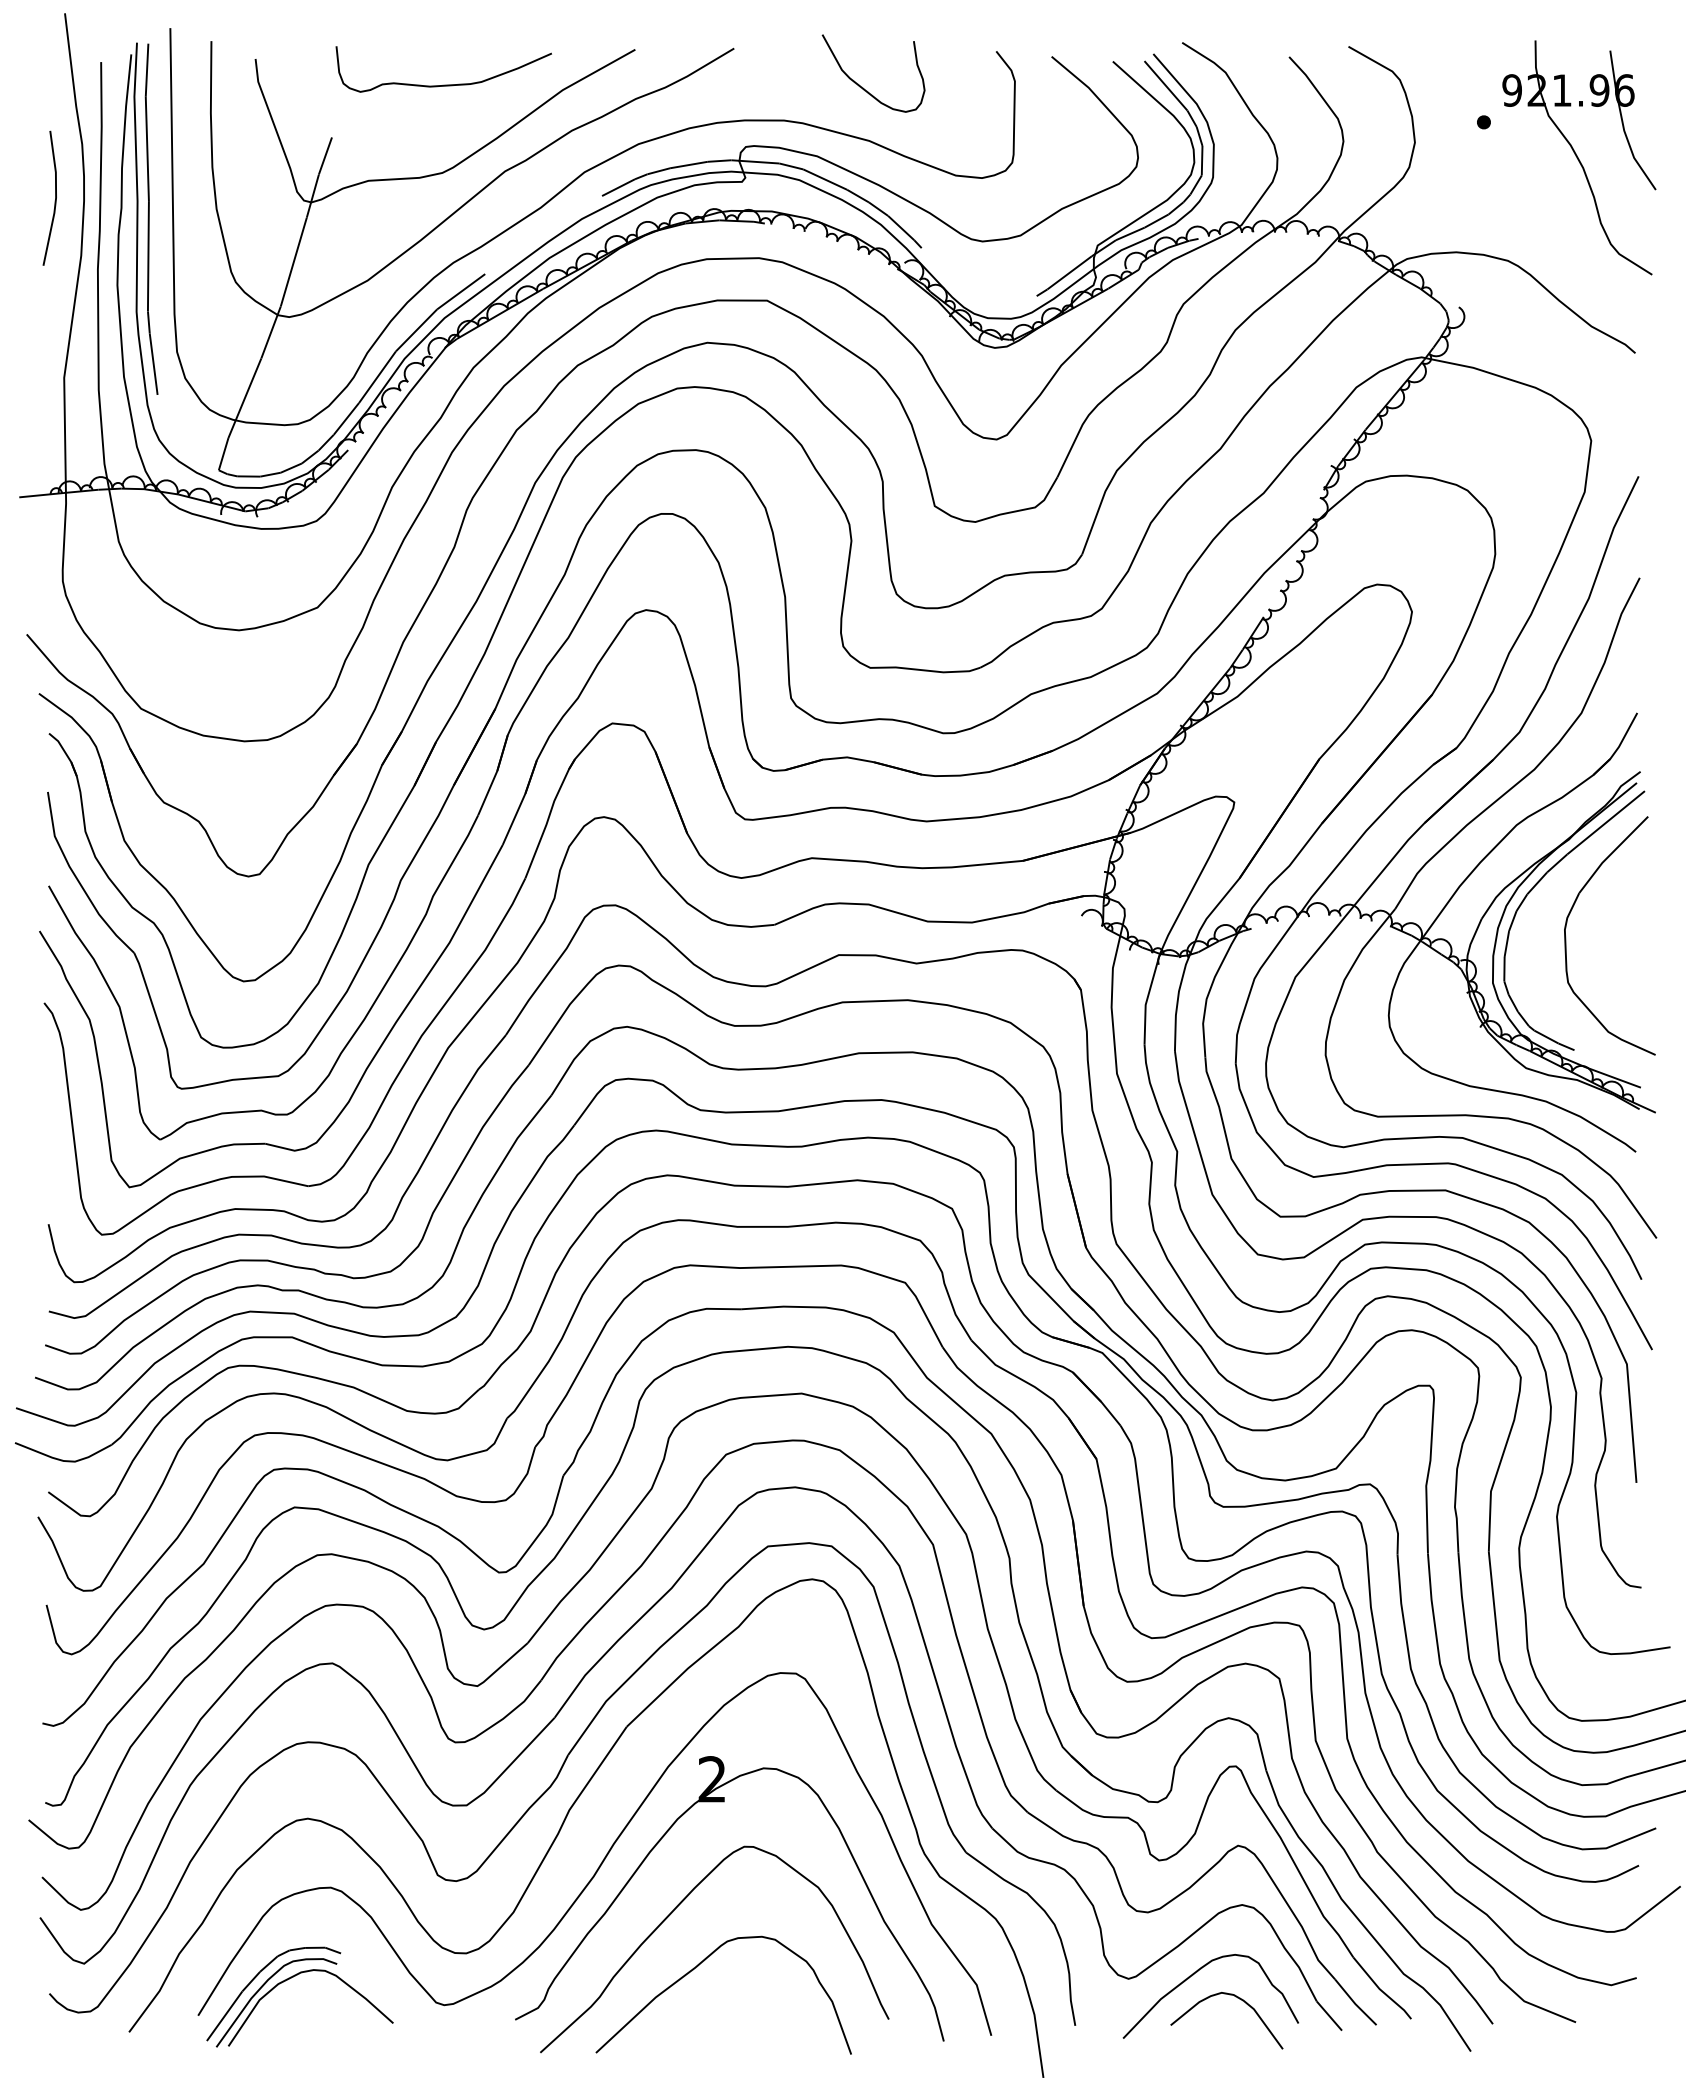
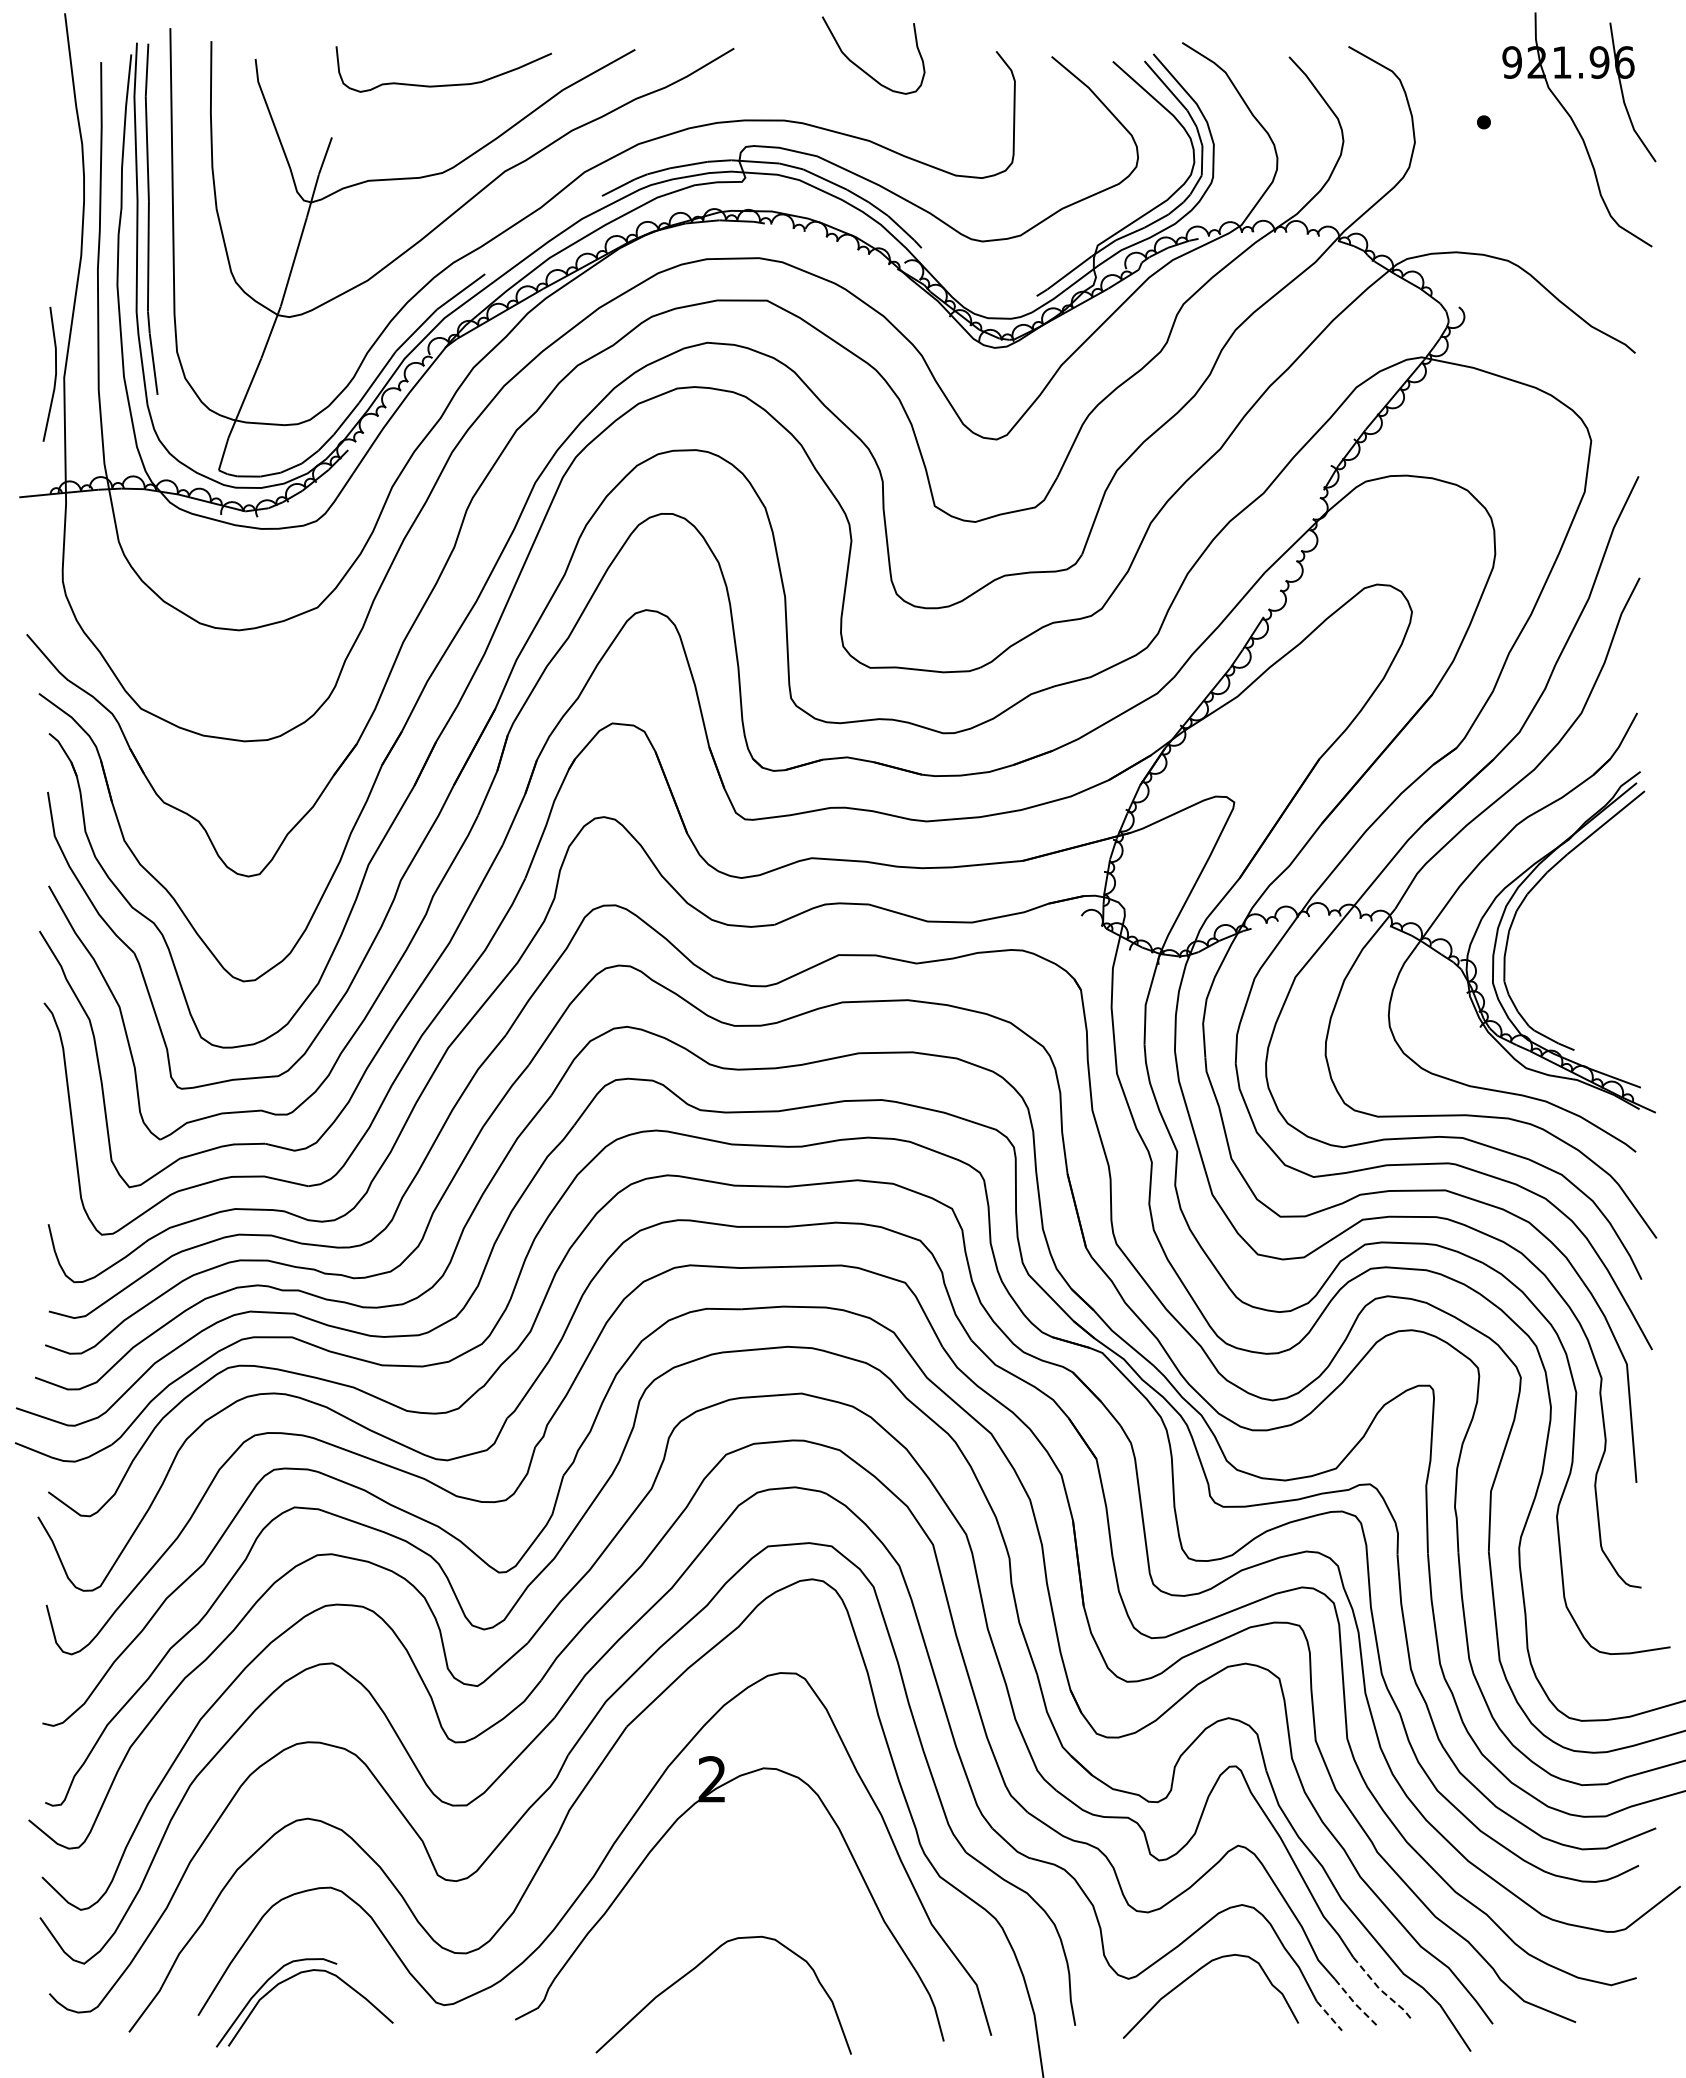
curve at (863, 87) position: (863, 87) -> (863, 69)
part at (1579, 157) position: (1579, 157) -> (1579, 129)
line at (54, 200) position: (54, 200) -> (54, 376)
part at (1566, 937): present -> none
curve at (672, 1913): present -> none
curve at (257, 1976): present -> none
line at (1381, 1990): solid -> dashed
curve at (1237, 1998): present -> none
line at (1355, 2004): solid -> dashed
line at (1329, 2016): solid -> dashed
